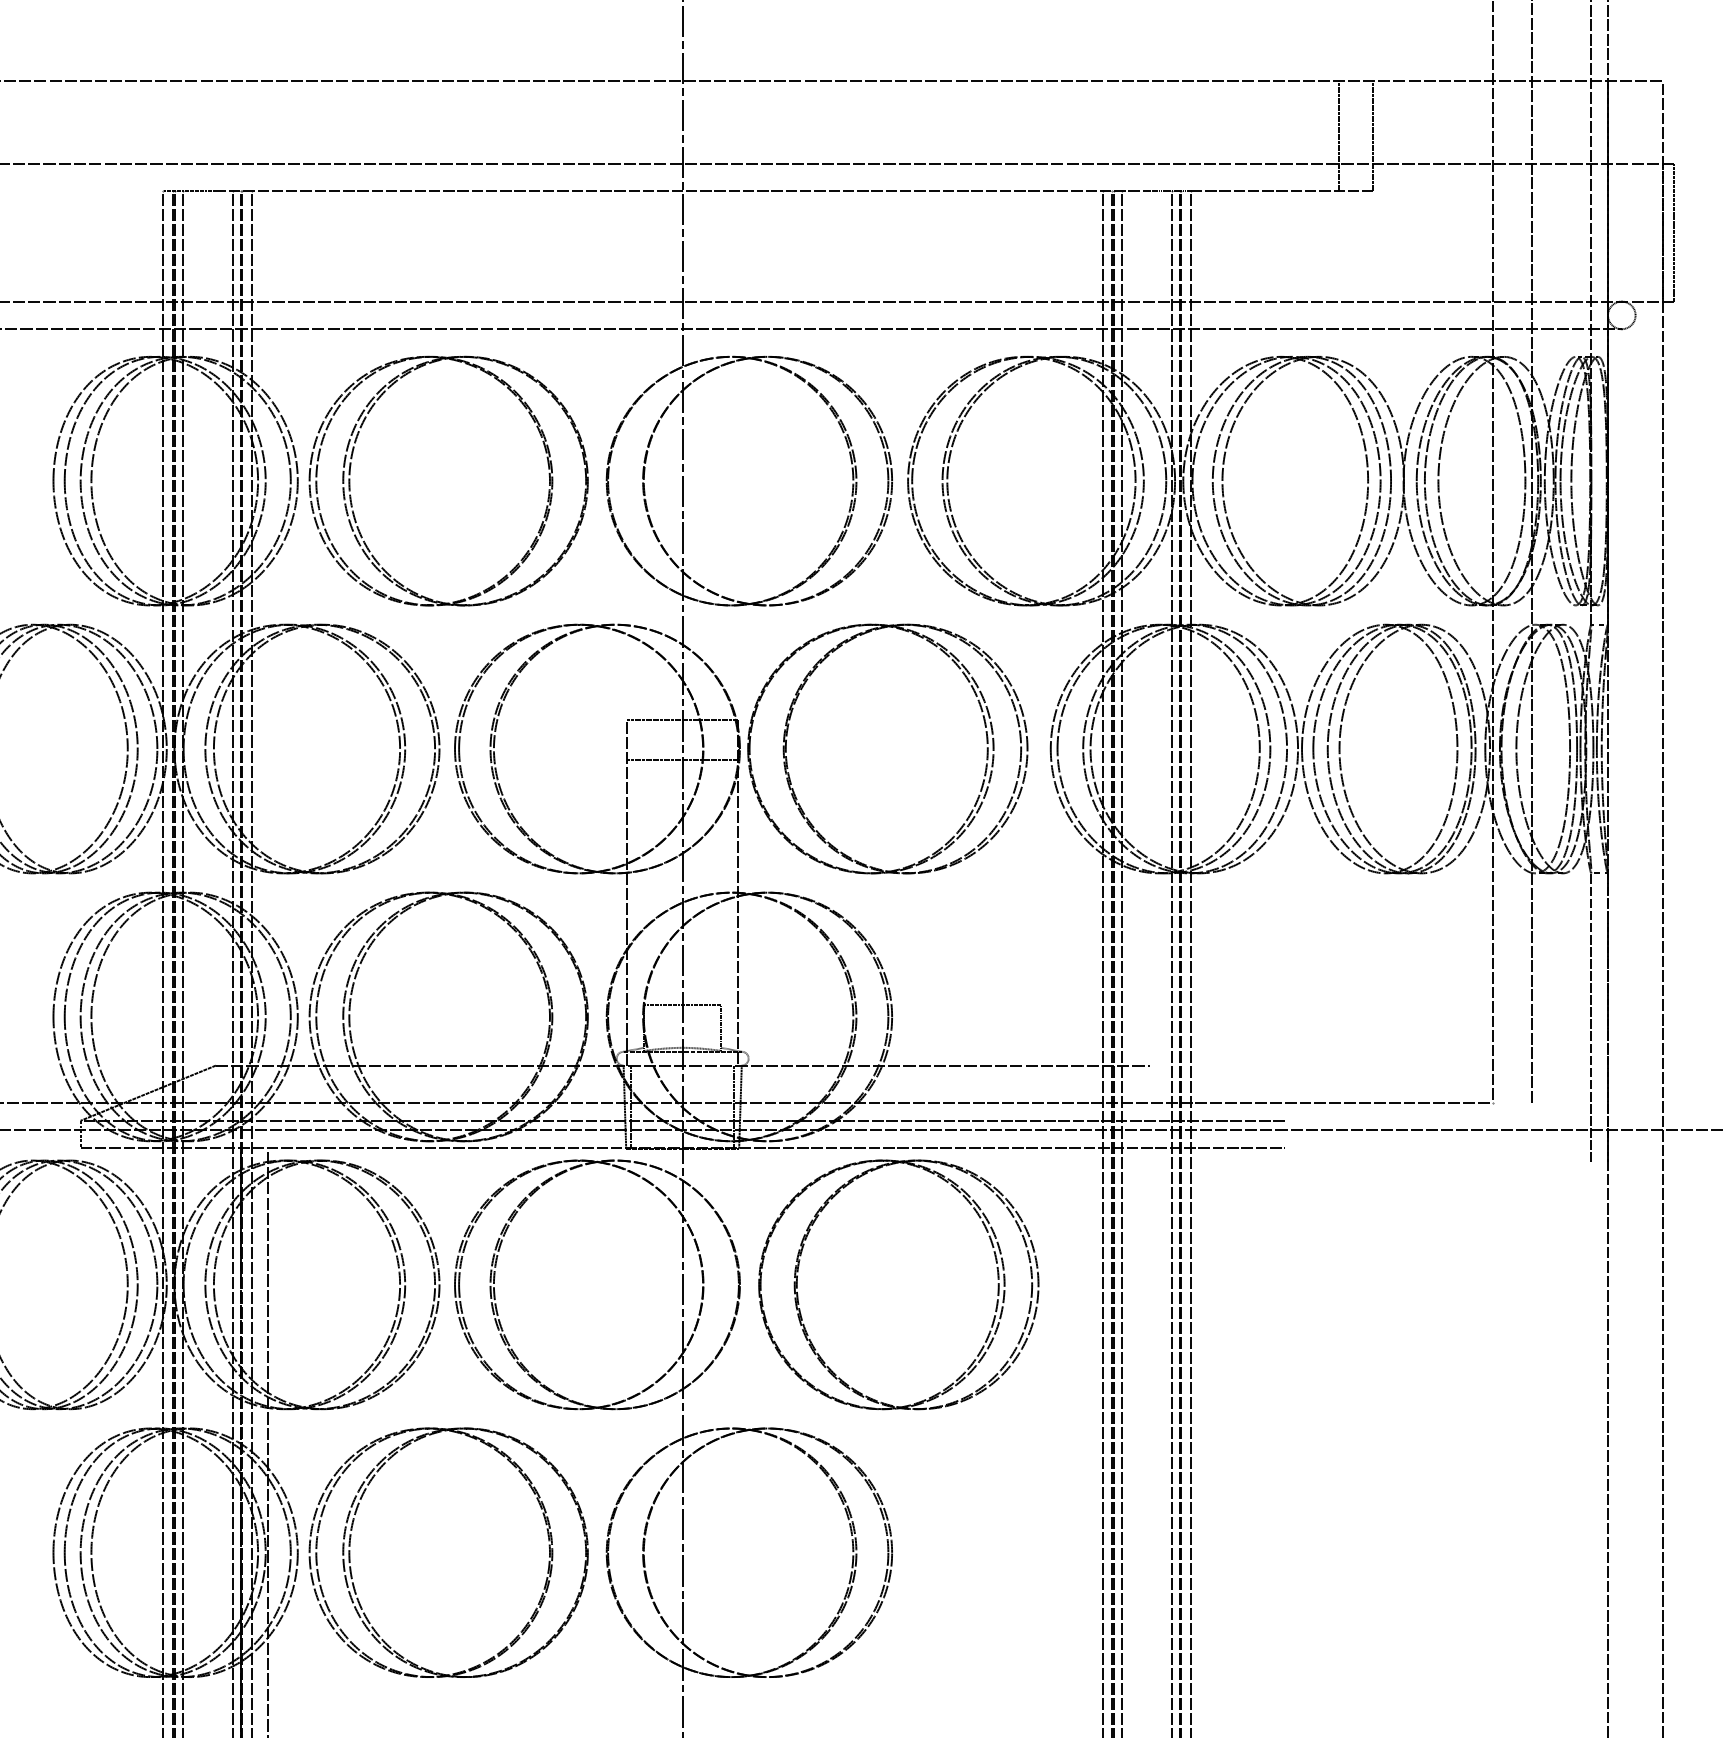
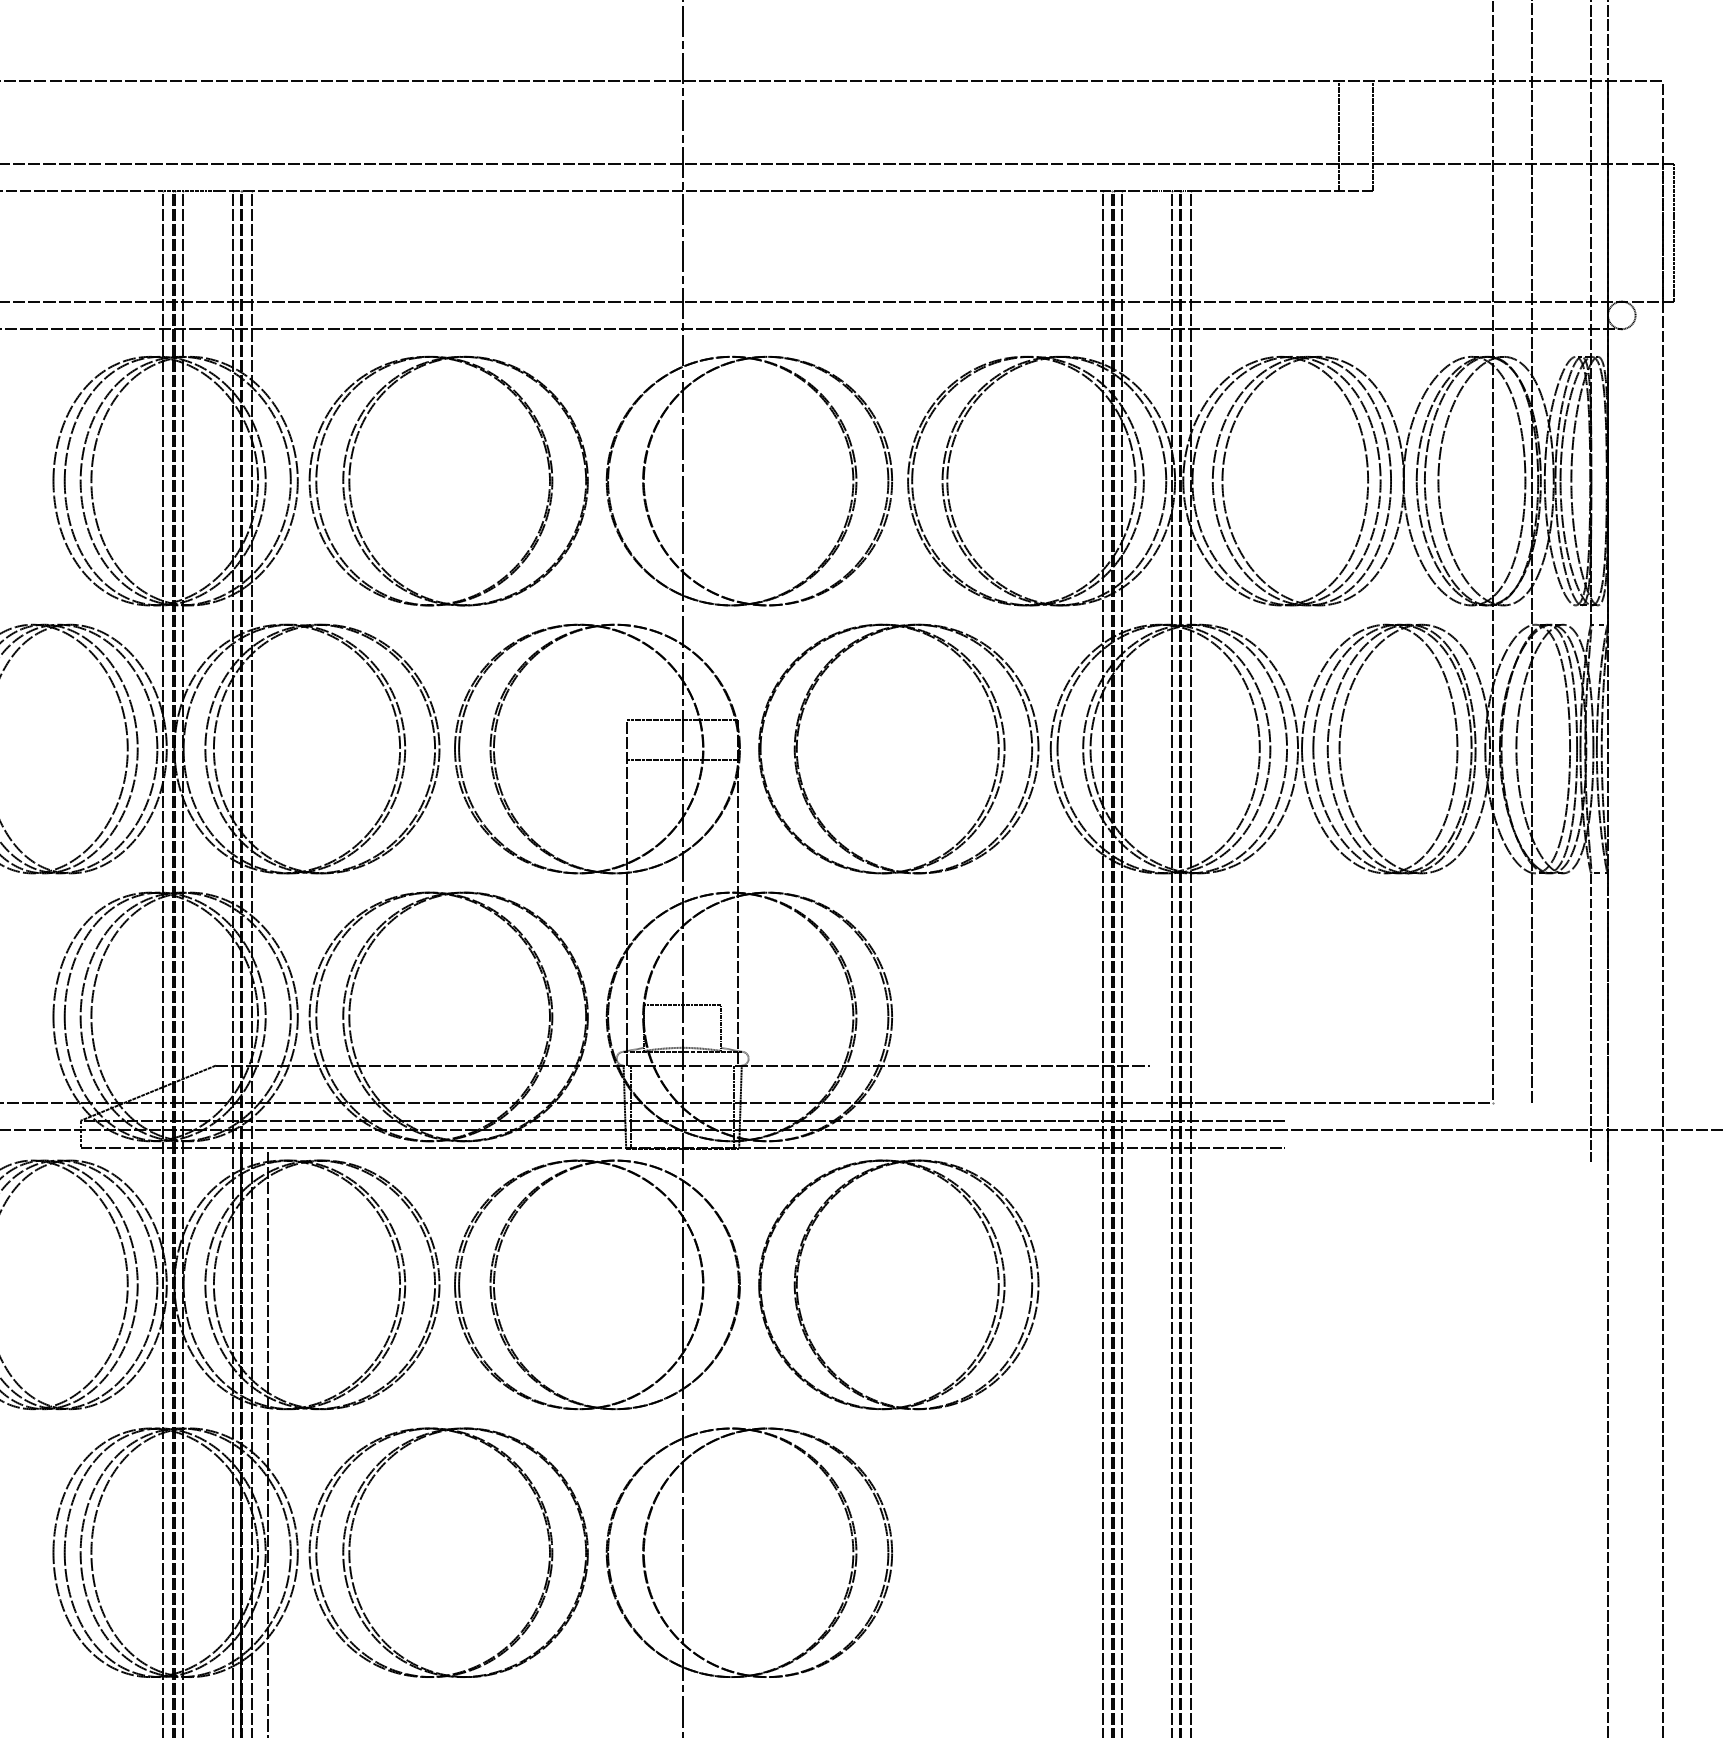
line at (82, 191): none -> present
part at (986, 748) position: (986, 748) -> (997, 748)
